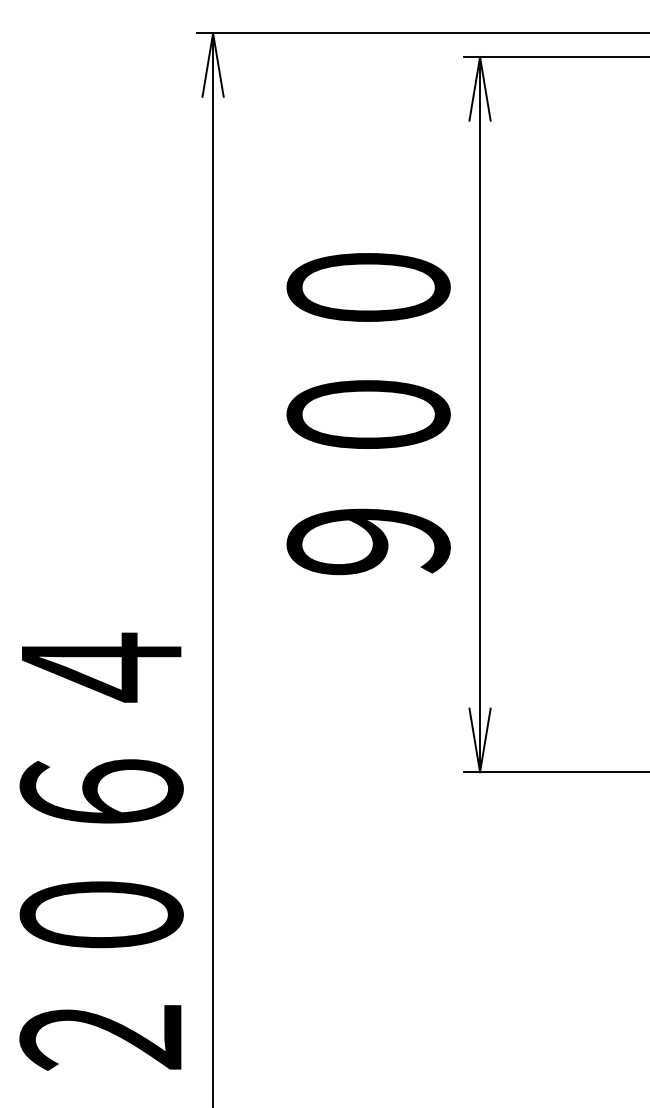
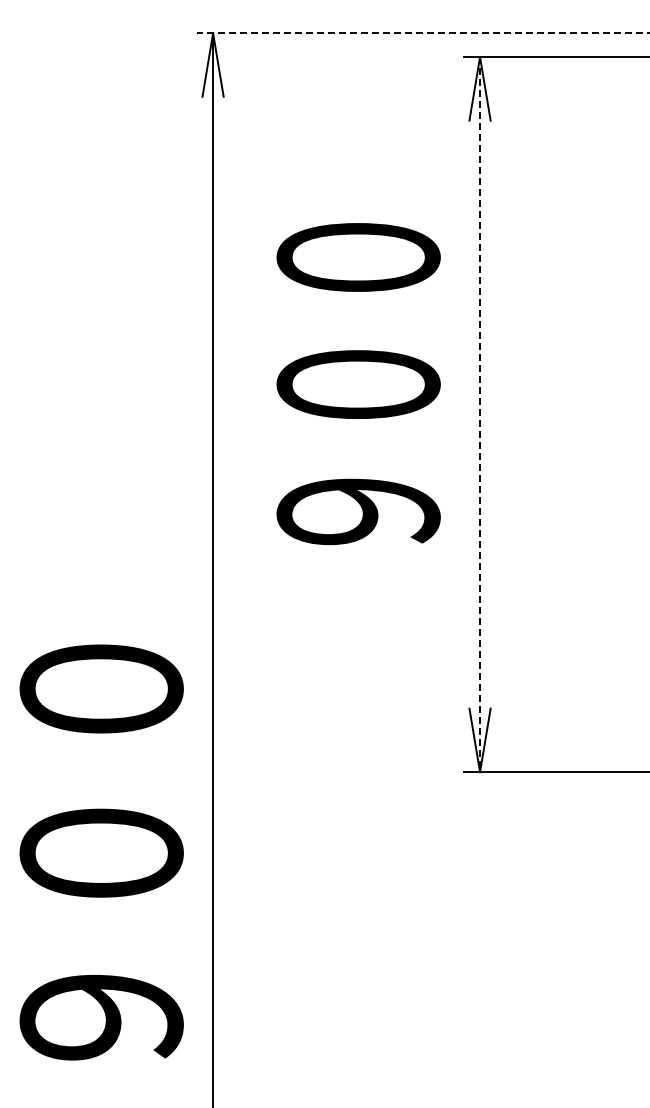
line at (422, 33): solid -> dashed
text at (368, 414) position: (368, 414) -> (358, 384)
line at (480, 414): solid -> dashed
text at (101, 851): ２０６４ -> ９００
